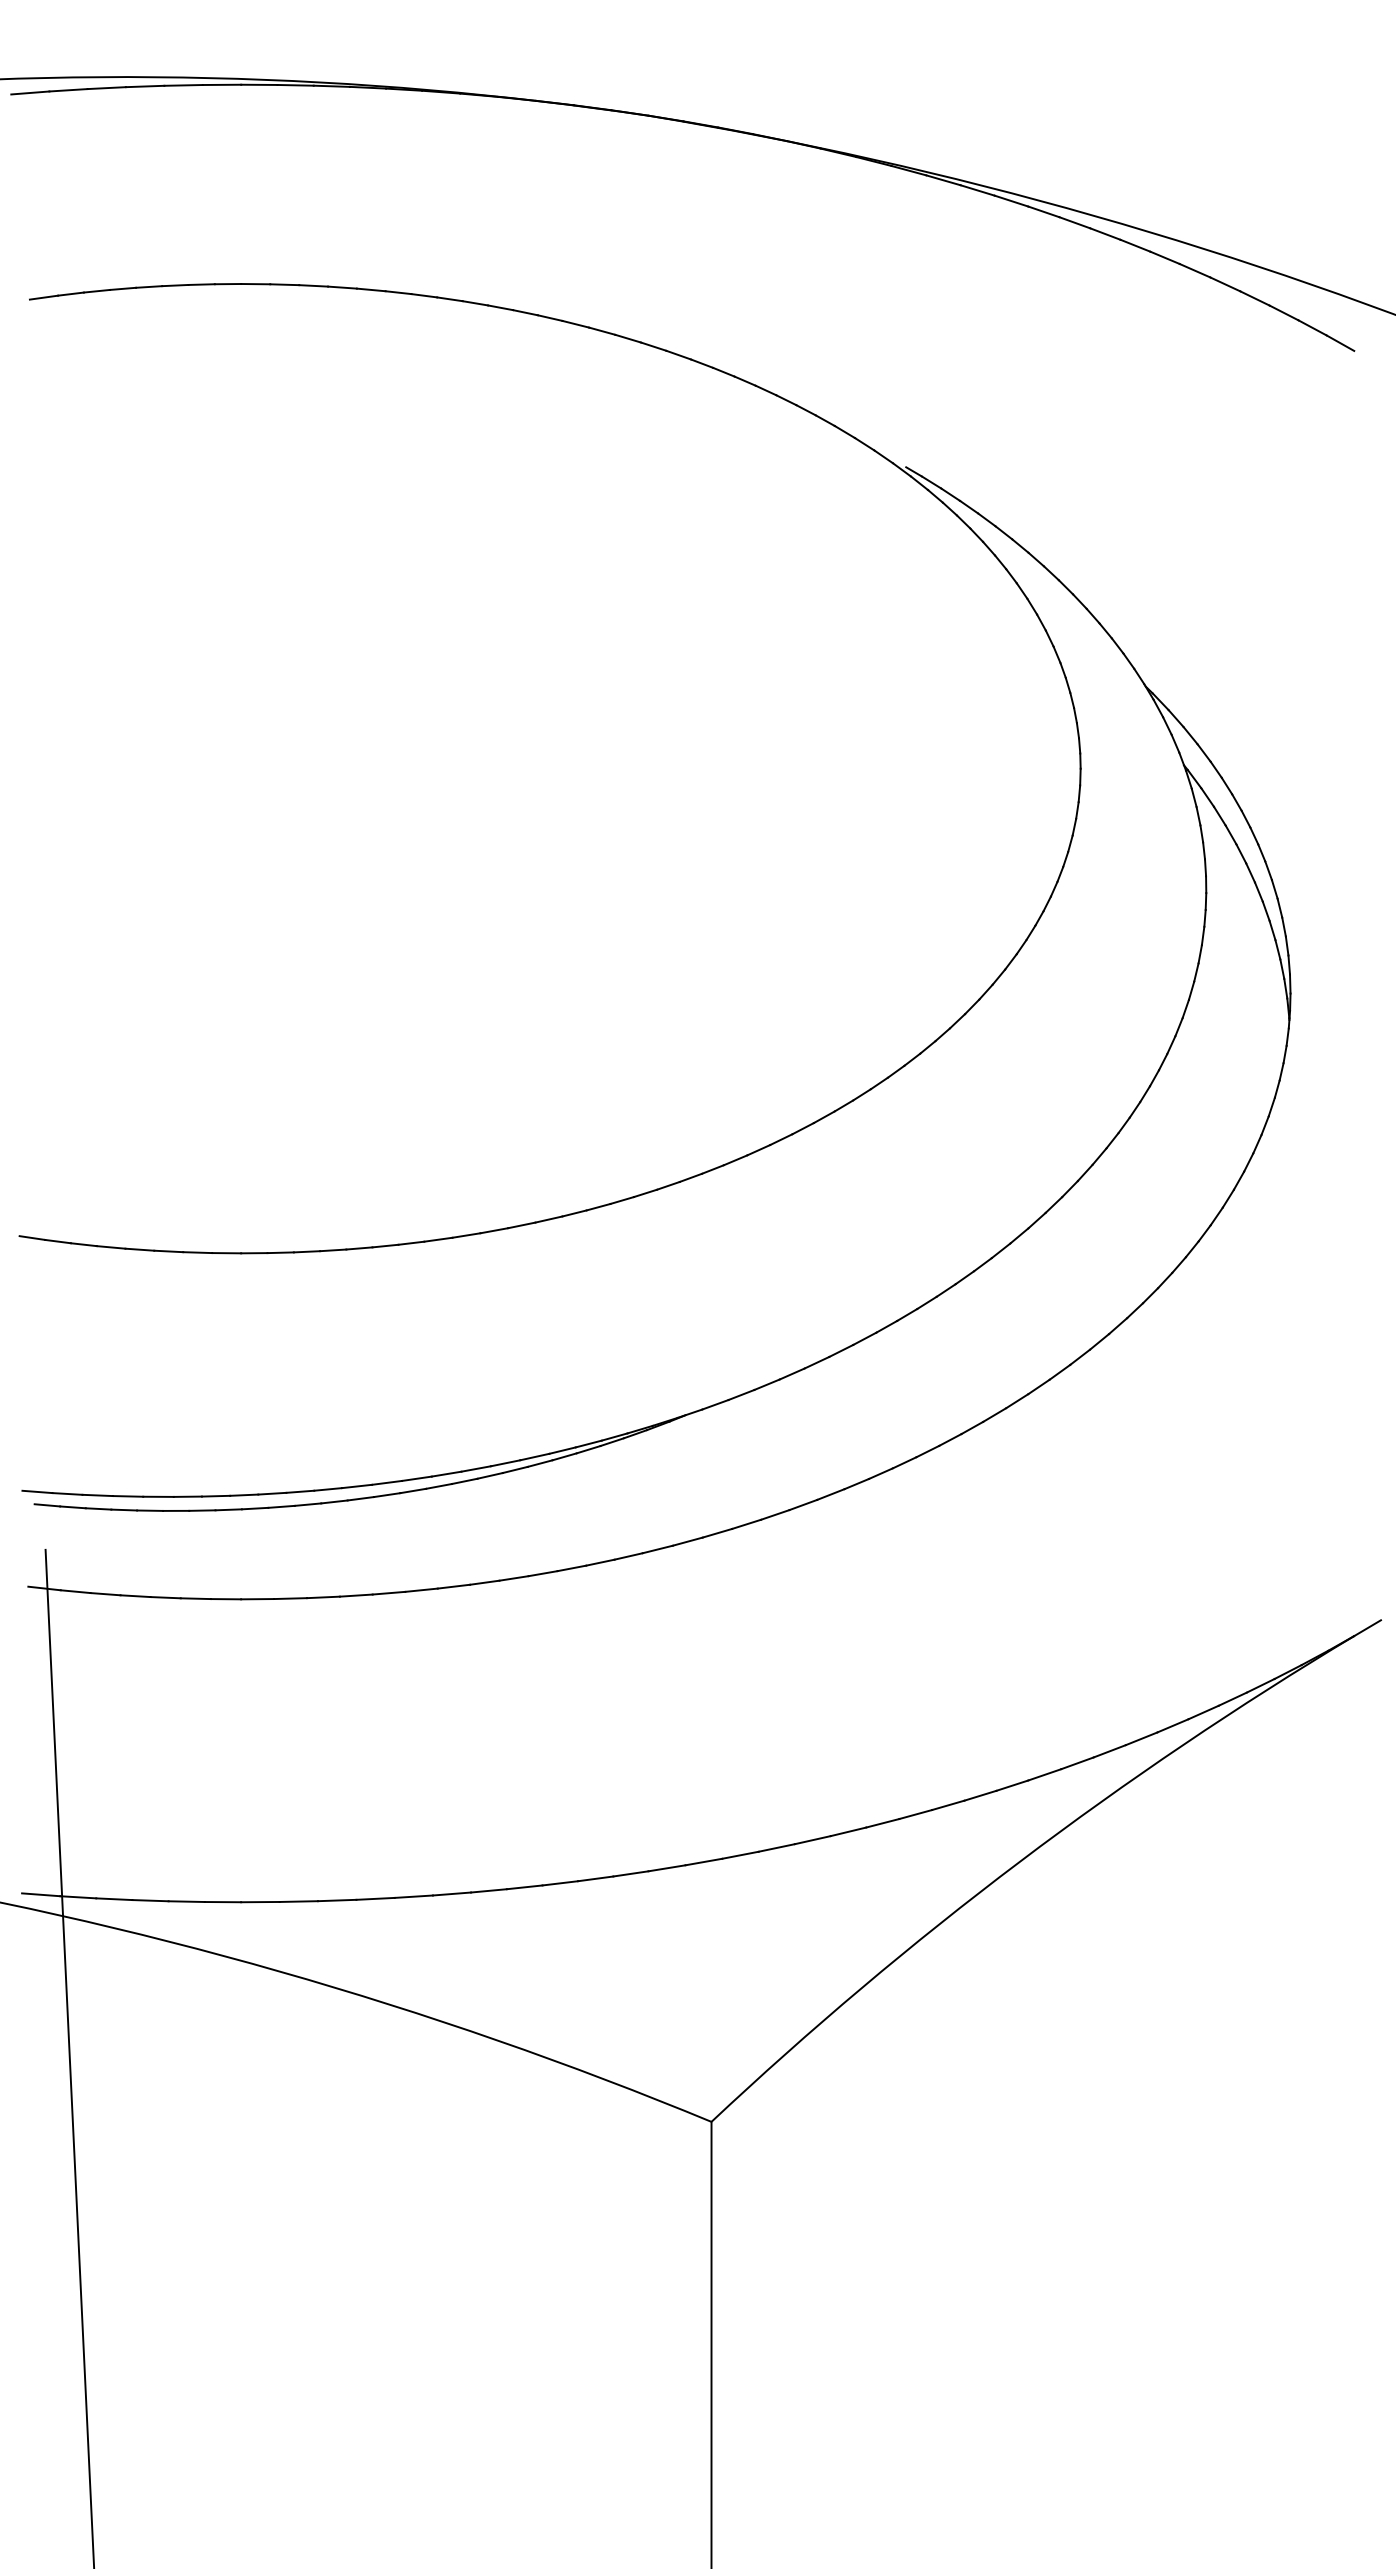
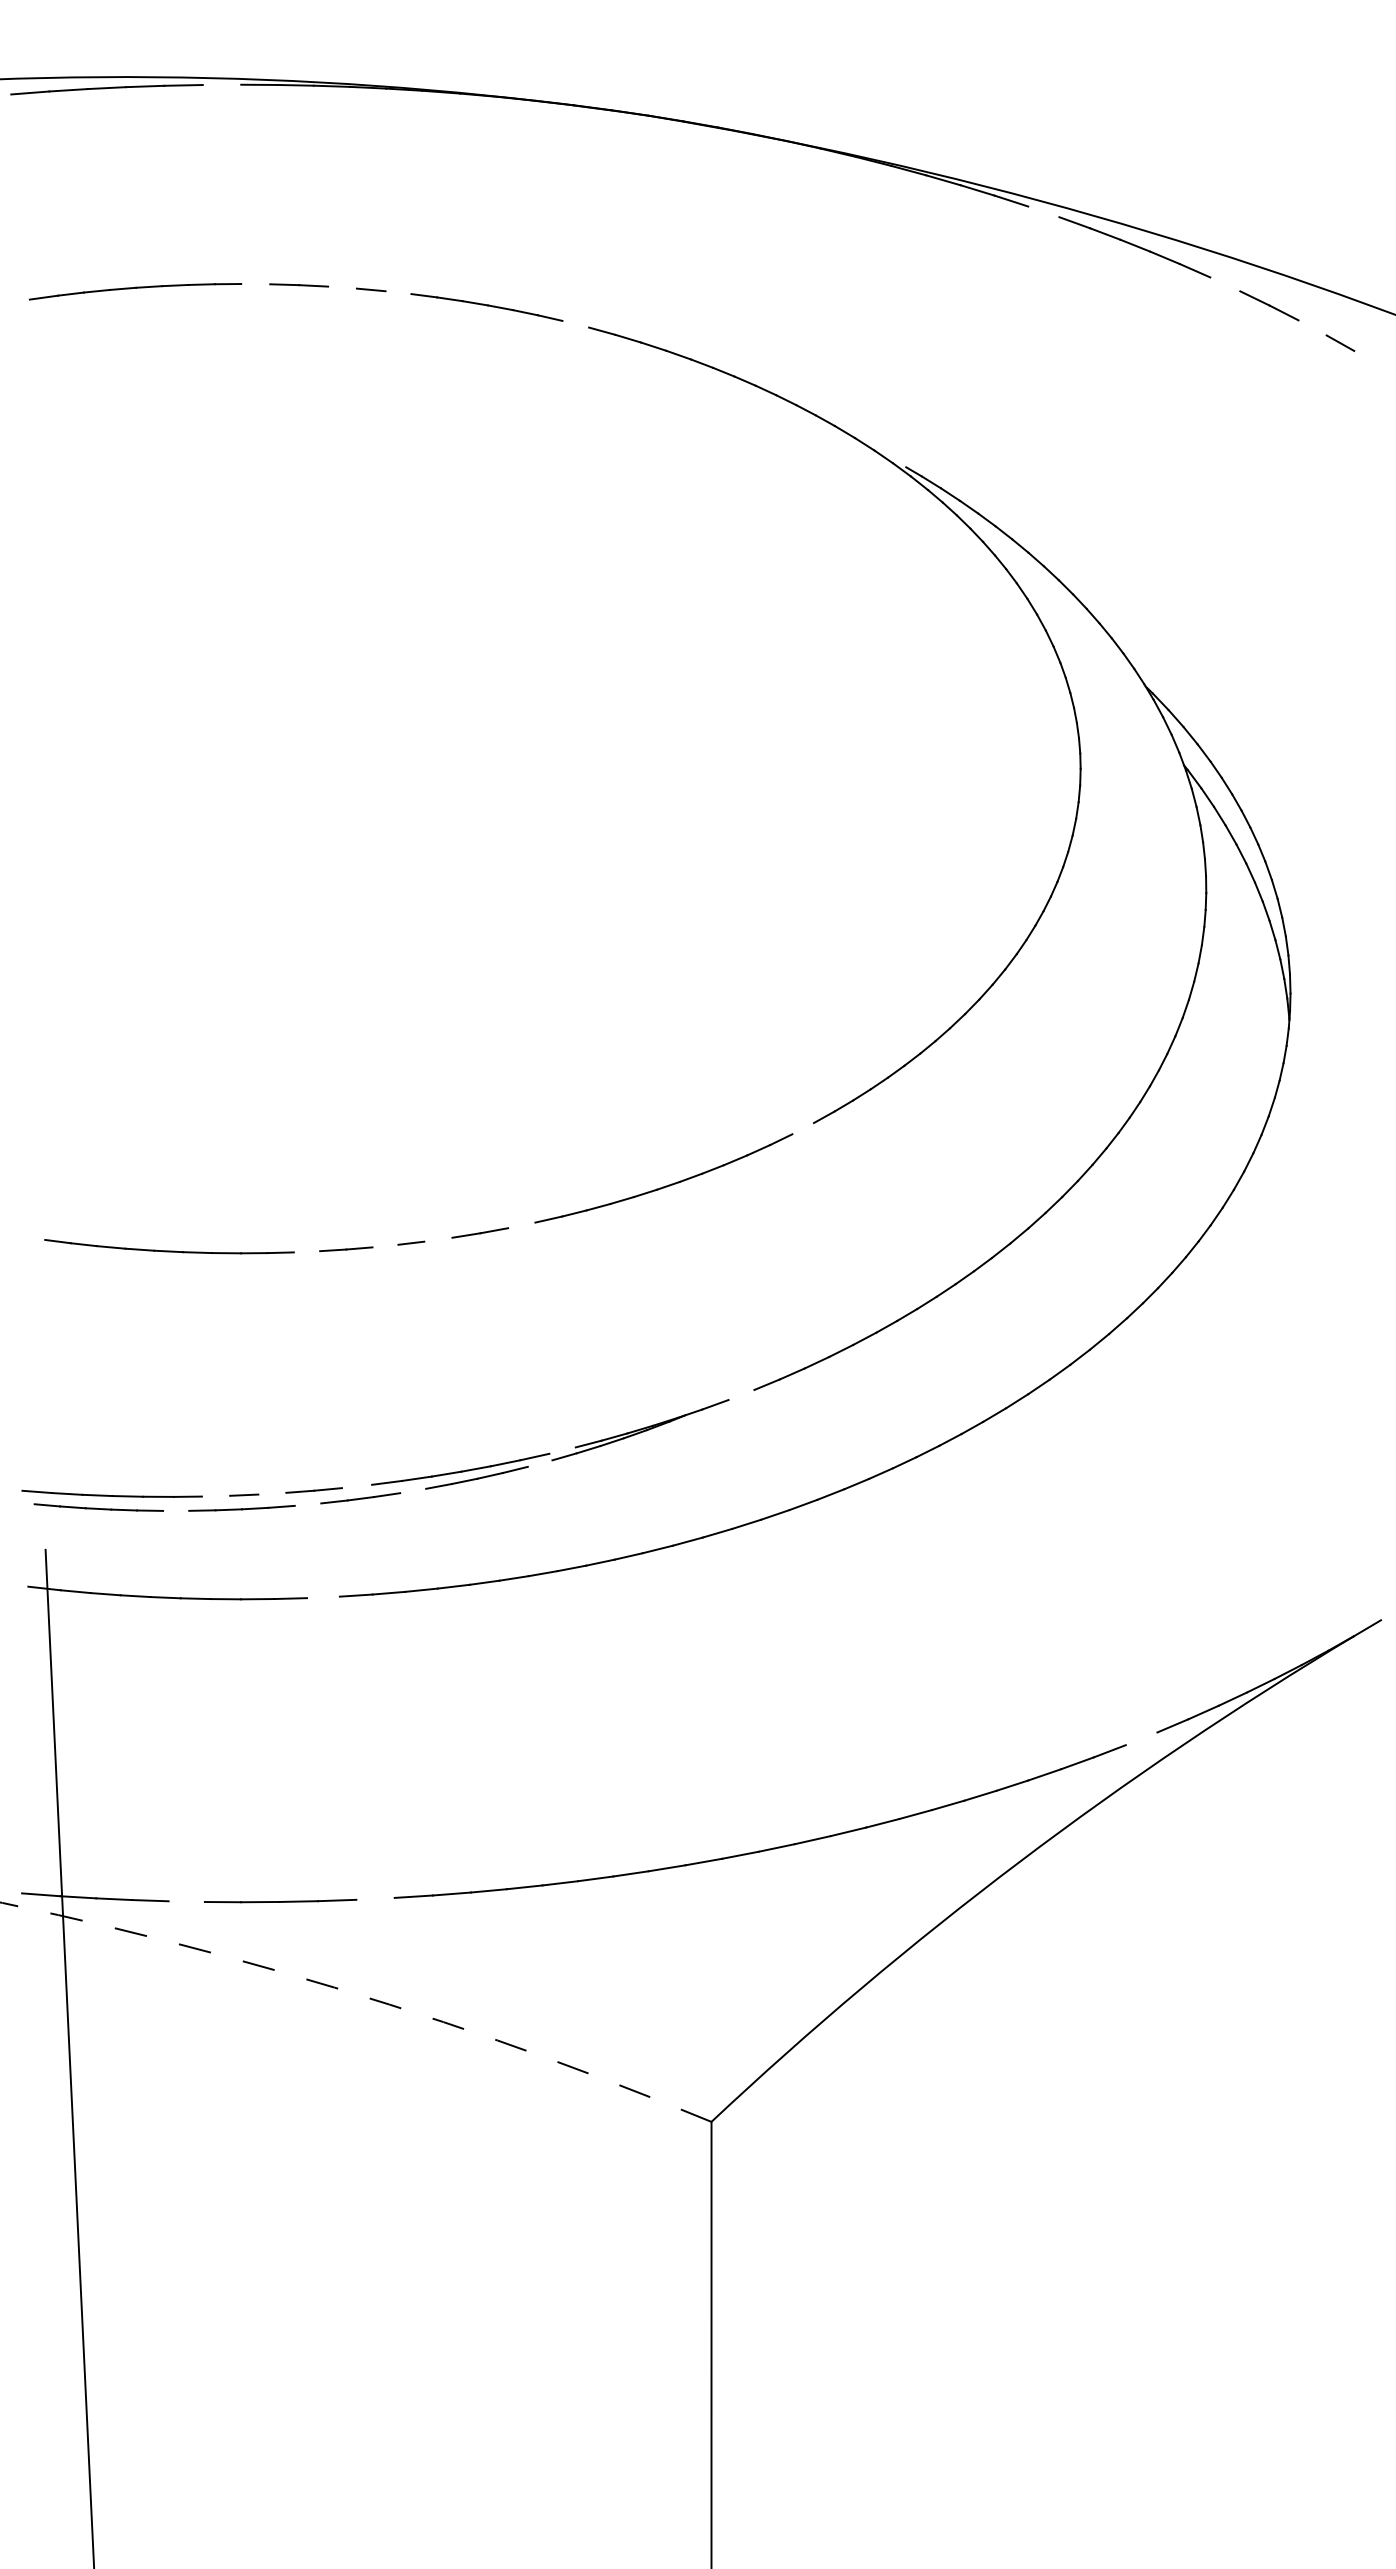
line at (221, 84): present -> none
line at (1043, 211): present -> none
line at (255, 284): present -> none
line at (1225, 284): present -> none
line at (342, 287): present -> none
line at (398, 292): present -> none
line at (575, 323): present -> none
line at (1312, 327): present -> none
line at (802, 1128): present -> none
line at (521, 1225): present -> none
line at (32, 1237): present -> none
line at (438, 1239): present -> none
line at (385, 1245): present -> none
line at (306, 1251): present -> none
line at (741, 1394): present -> none
line at (562, 1450): present -> none
line at (539, 1463): present -> none
line at (356, 1486): present -> none
line at (413, 1490): present -> none
line at (272, 1493): present -> none
line at (215, 1495): present -> none
line at (307, 1504): present -> none
line at (176, 1510): present -> none
line at (323, 1597): present -> none
line at (1141, 1738): present -> none
line at (375, 1898): present -> none
line at (186, 1901): present -> none
arc at (360, 1995): solid -> dashed
